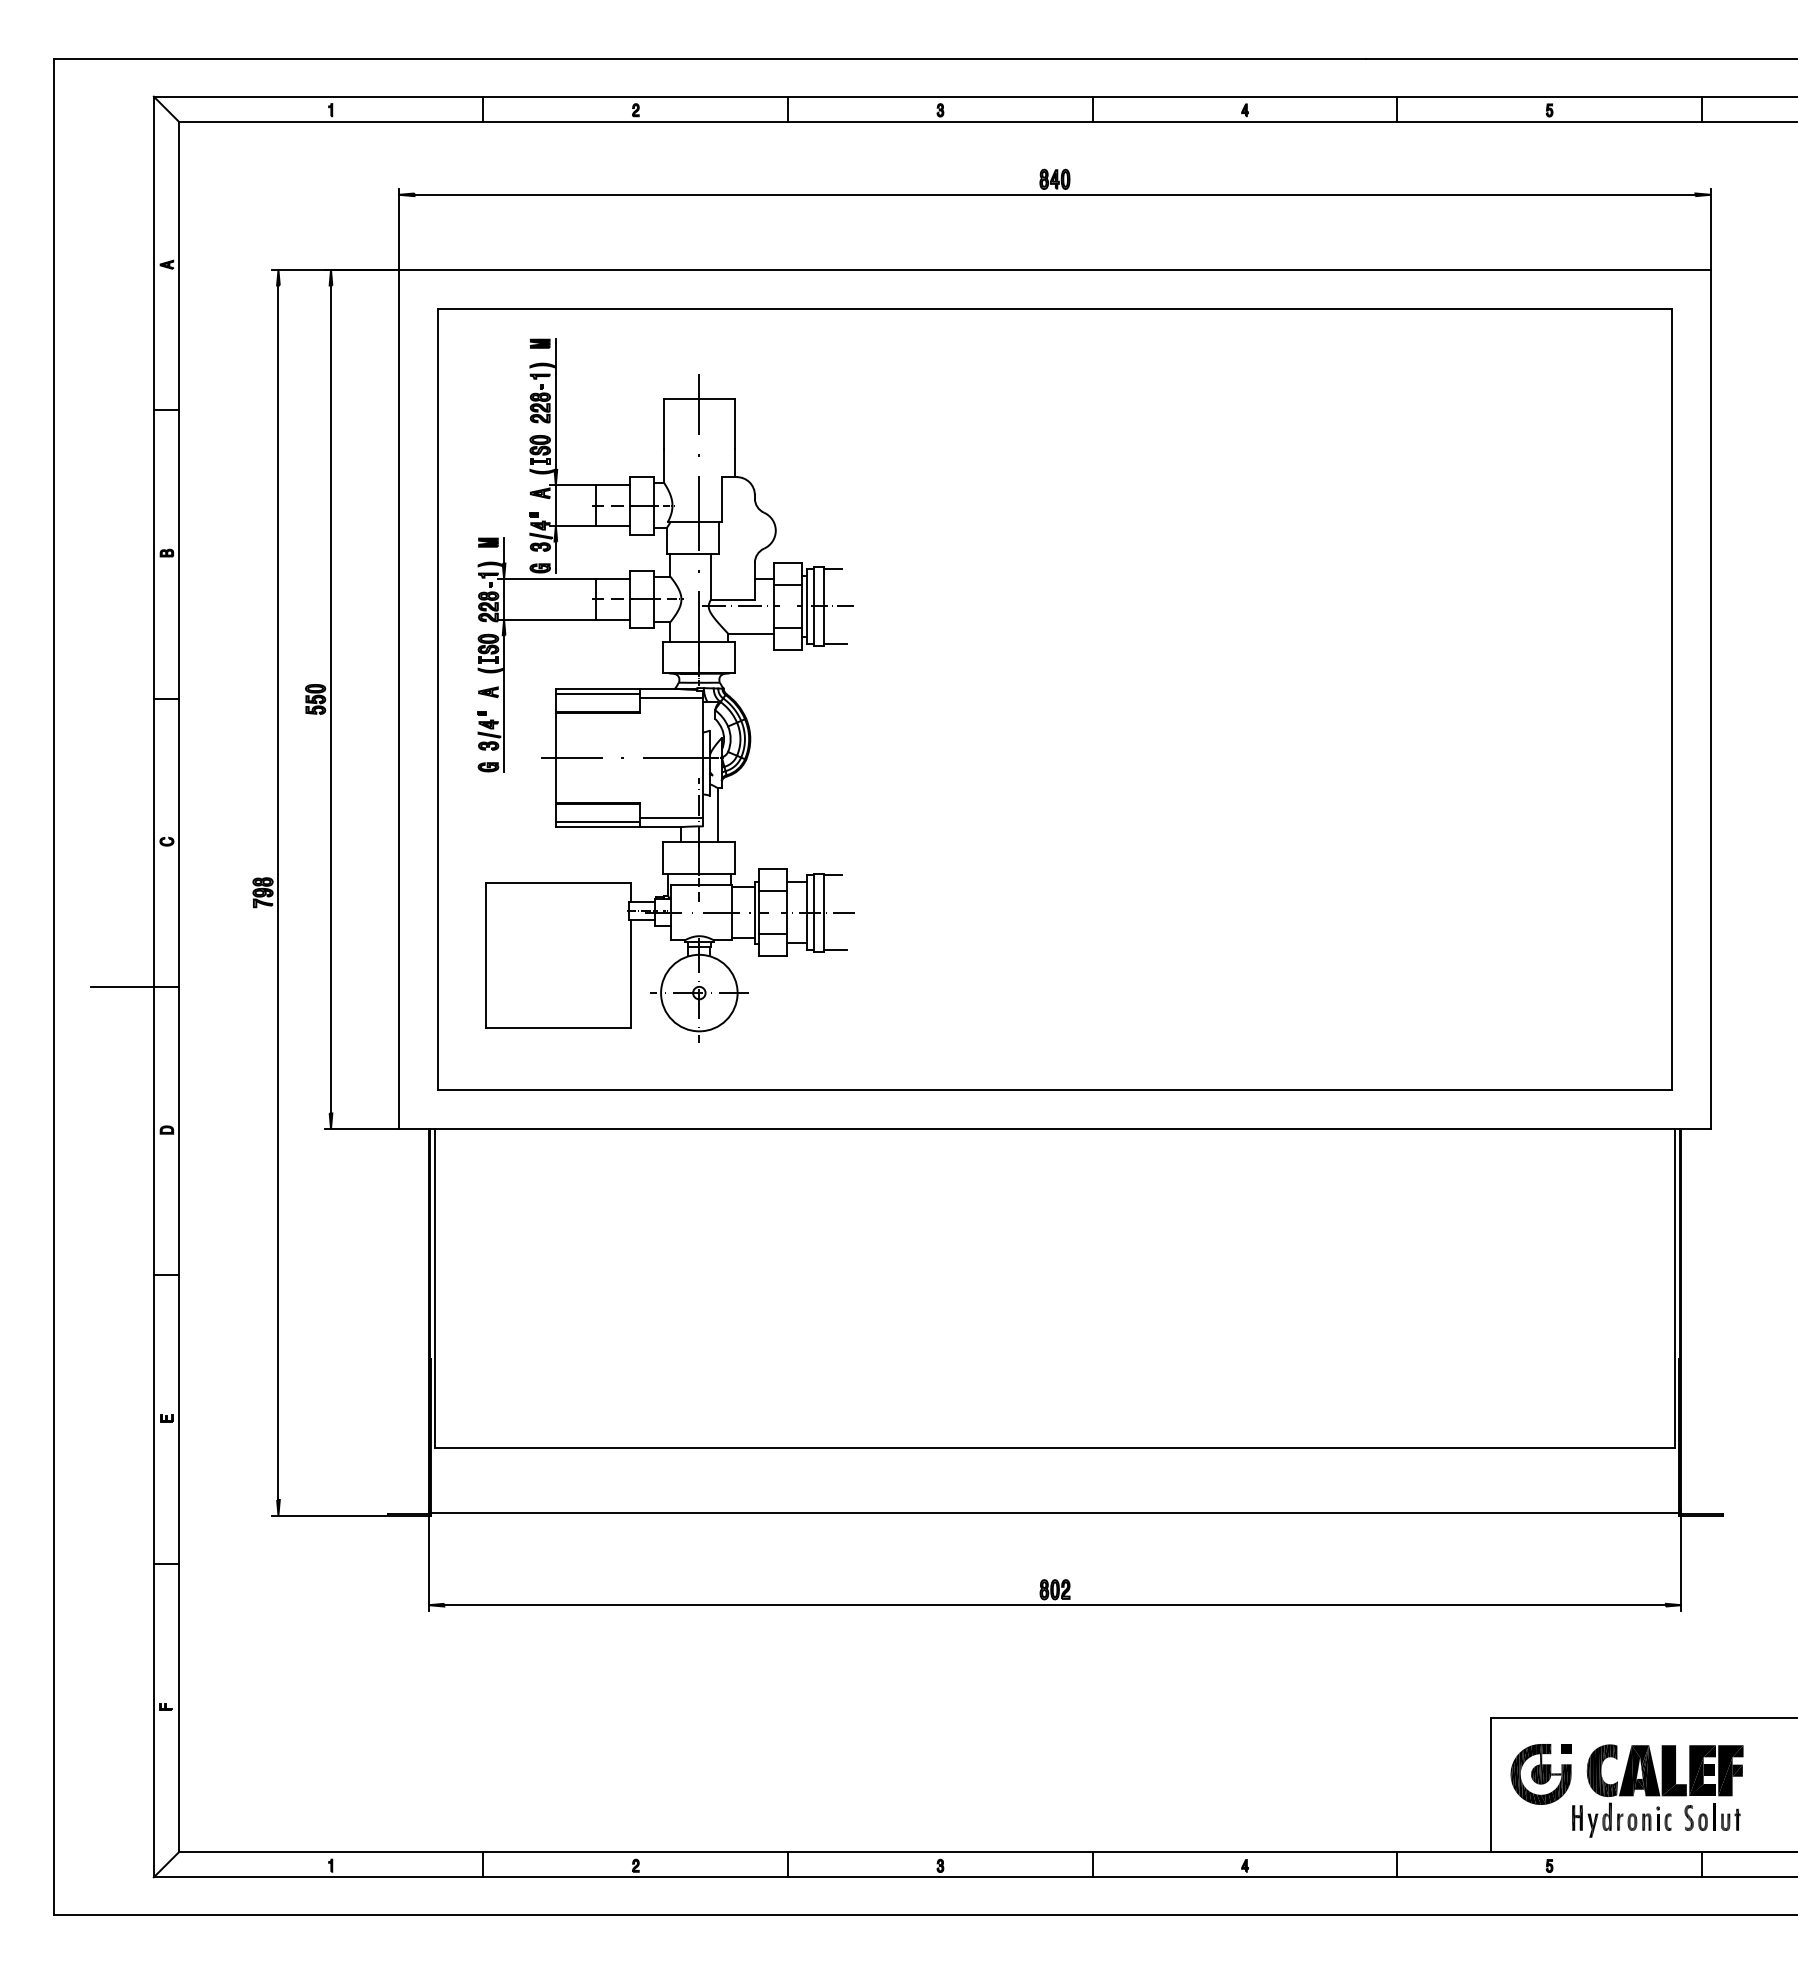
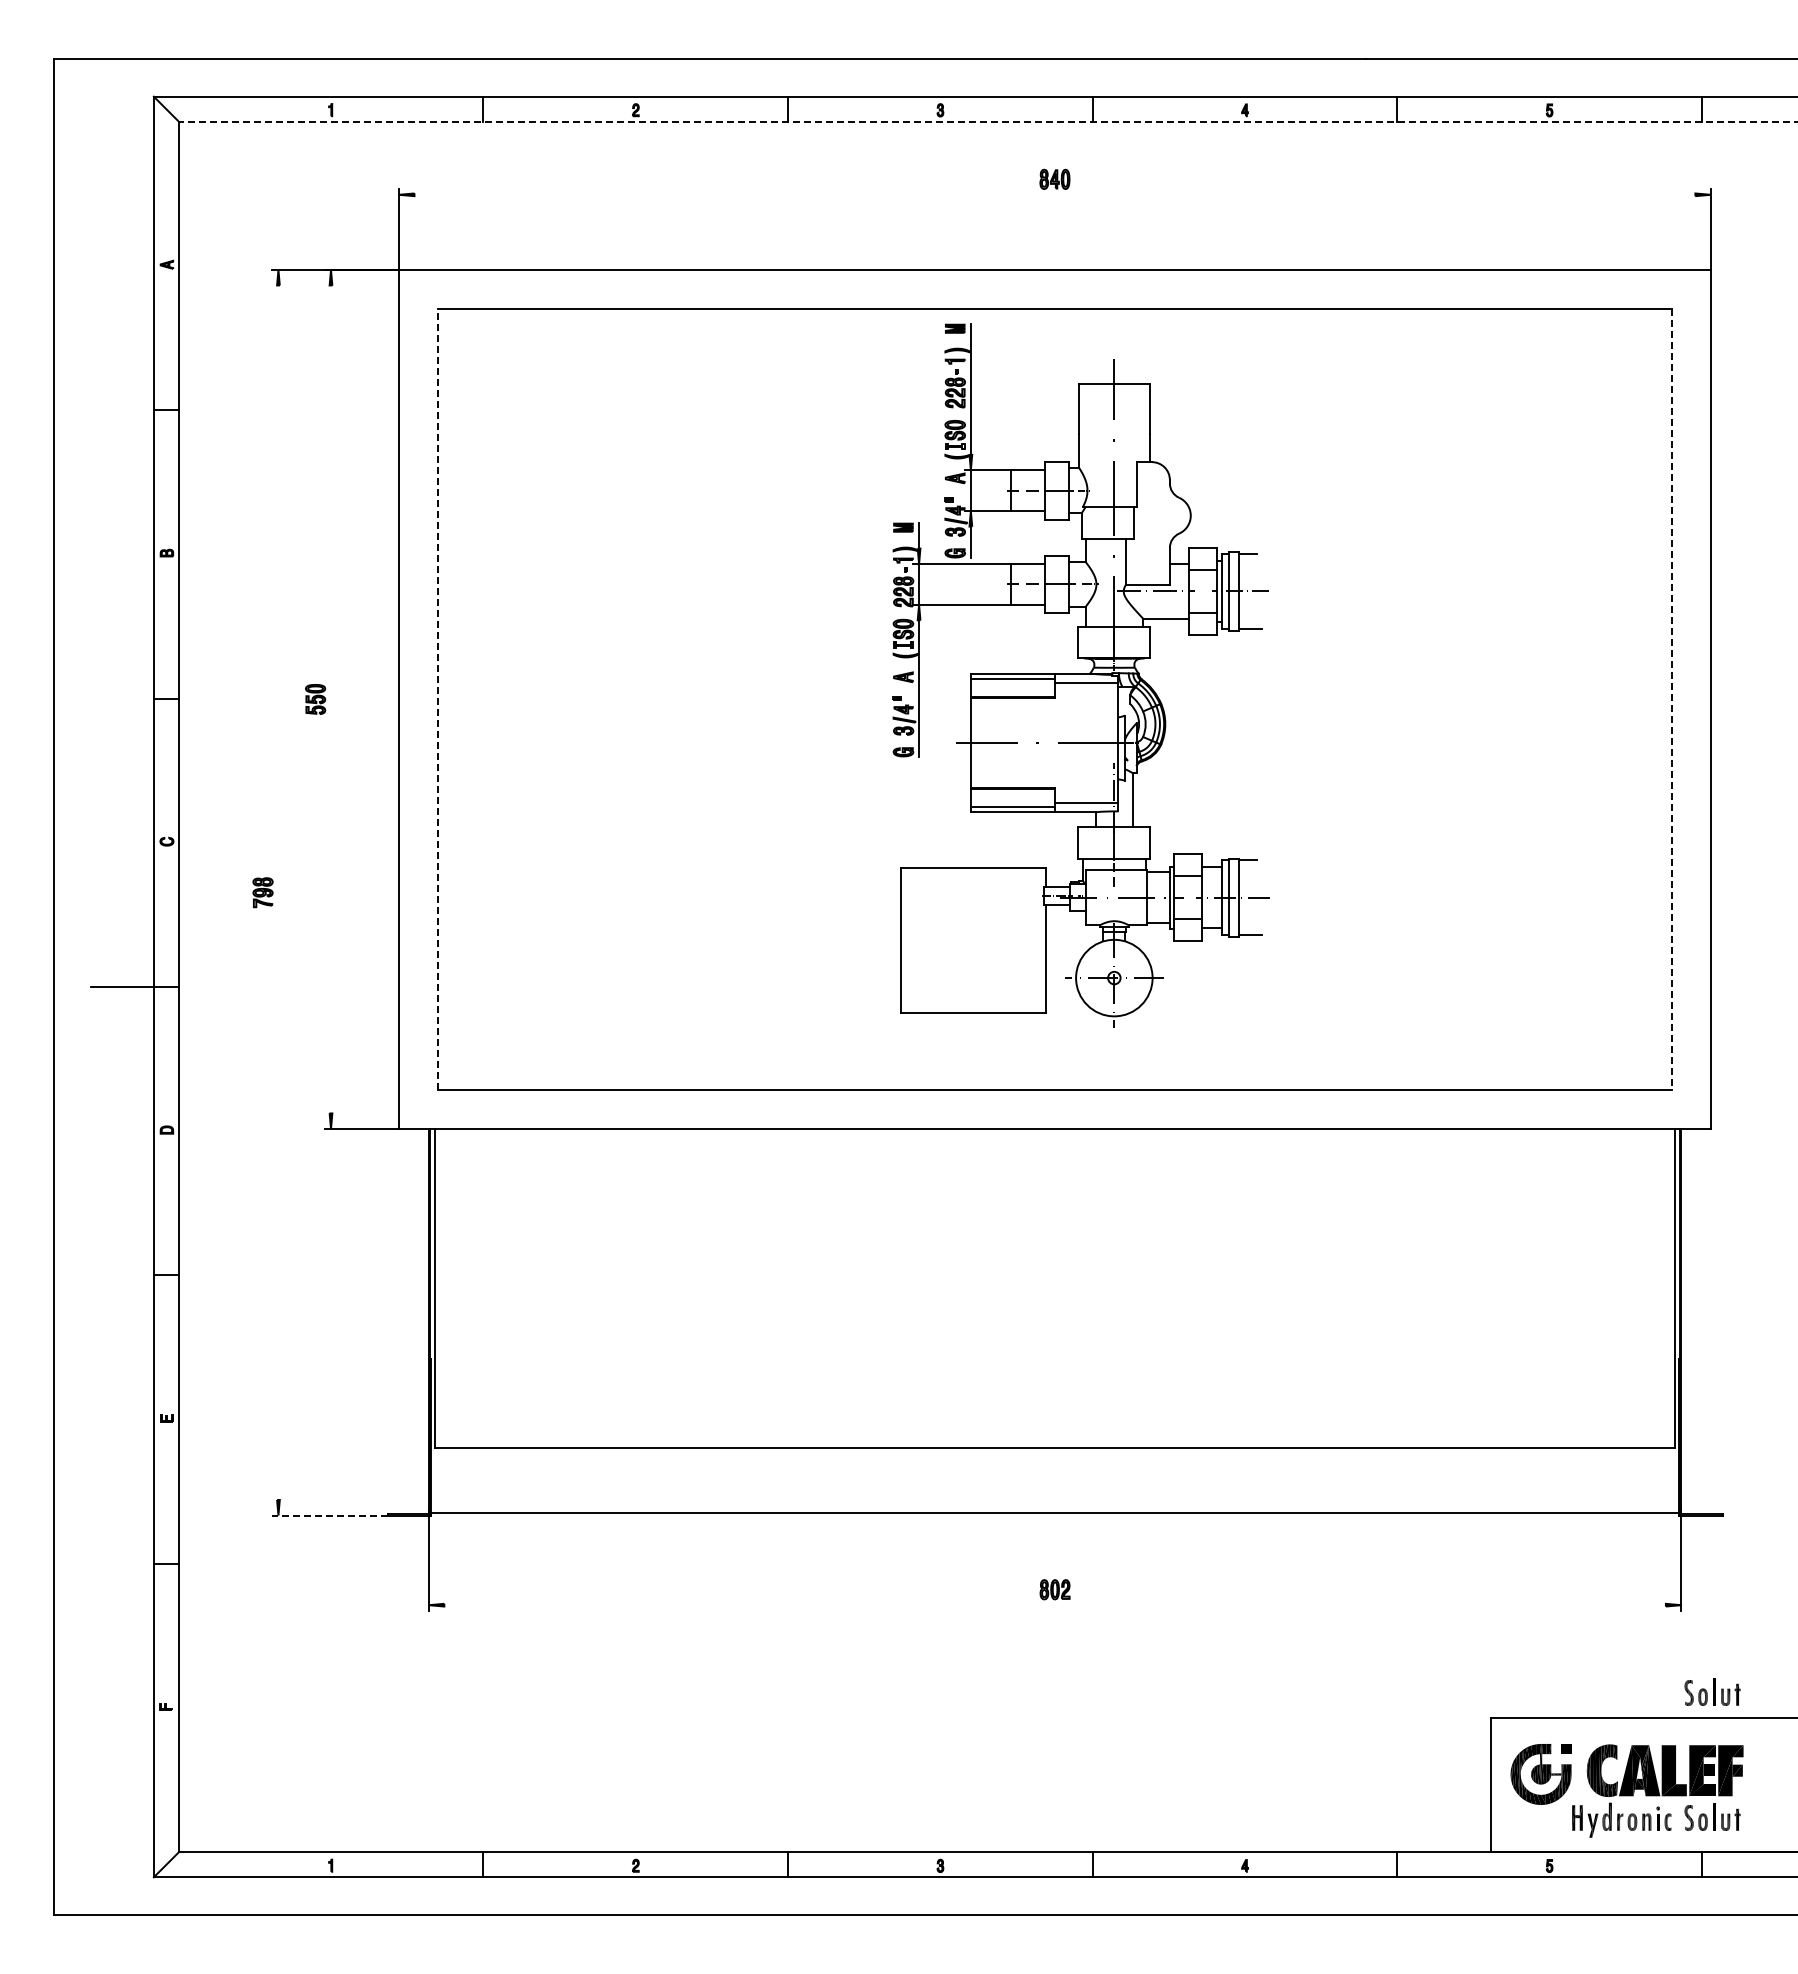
line at (987, 121): solid -> dashed
line at (1054, 194): present -> none
part at (665, 690) position: (665, 690) -> (1080, 675)
line at (437, 698): solid -> dashed
line at (331, 699): present -> none
line at (1671, 699): solid -> dashed
line at (278, 892): present -> none
line at (329, 1515): solid -> dashed
line at (1054, 1605): present -> none
part at (1712, 1691): none -> present
